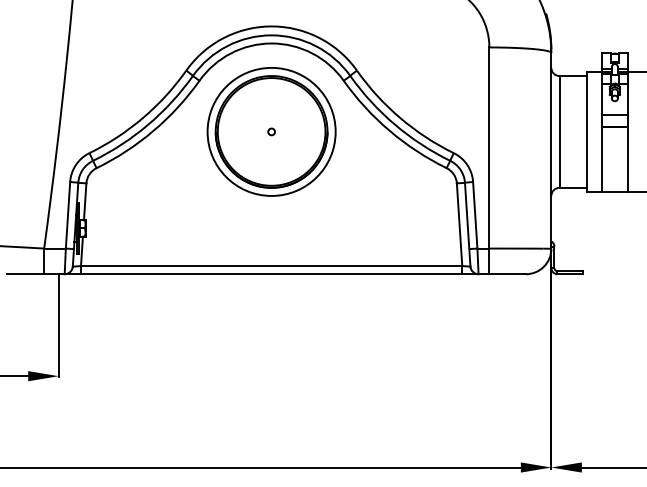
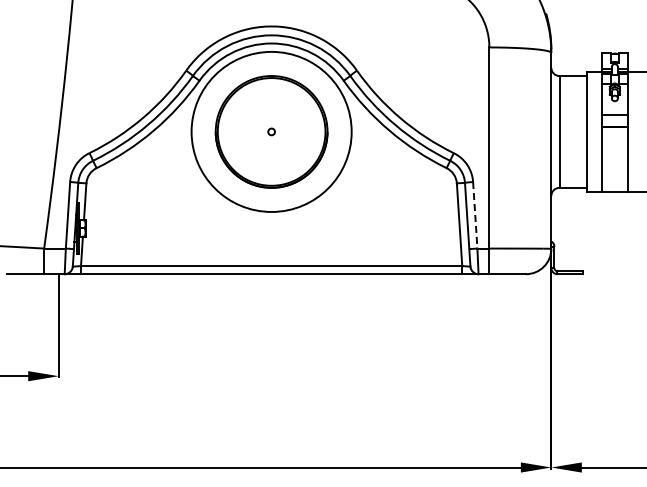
circle at (271, 131) diameter: 128 px -> 160 px
line at (475, 215): solid -> dashed
